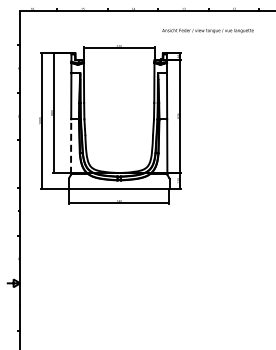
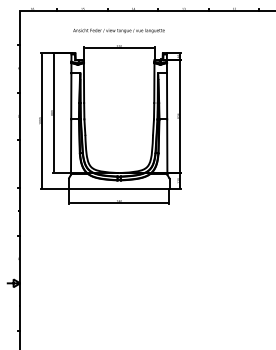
text at (207, 30) position: (207, 30) -> (118, 30)
line at (71, 146): dashed -> solid
